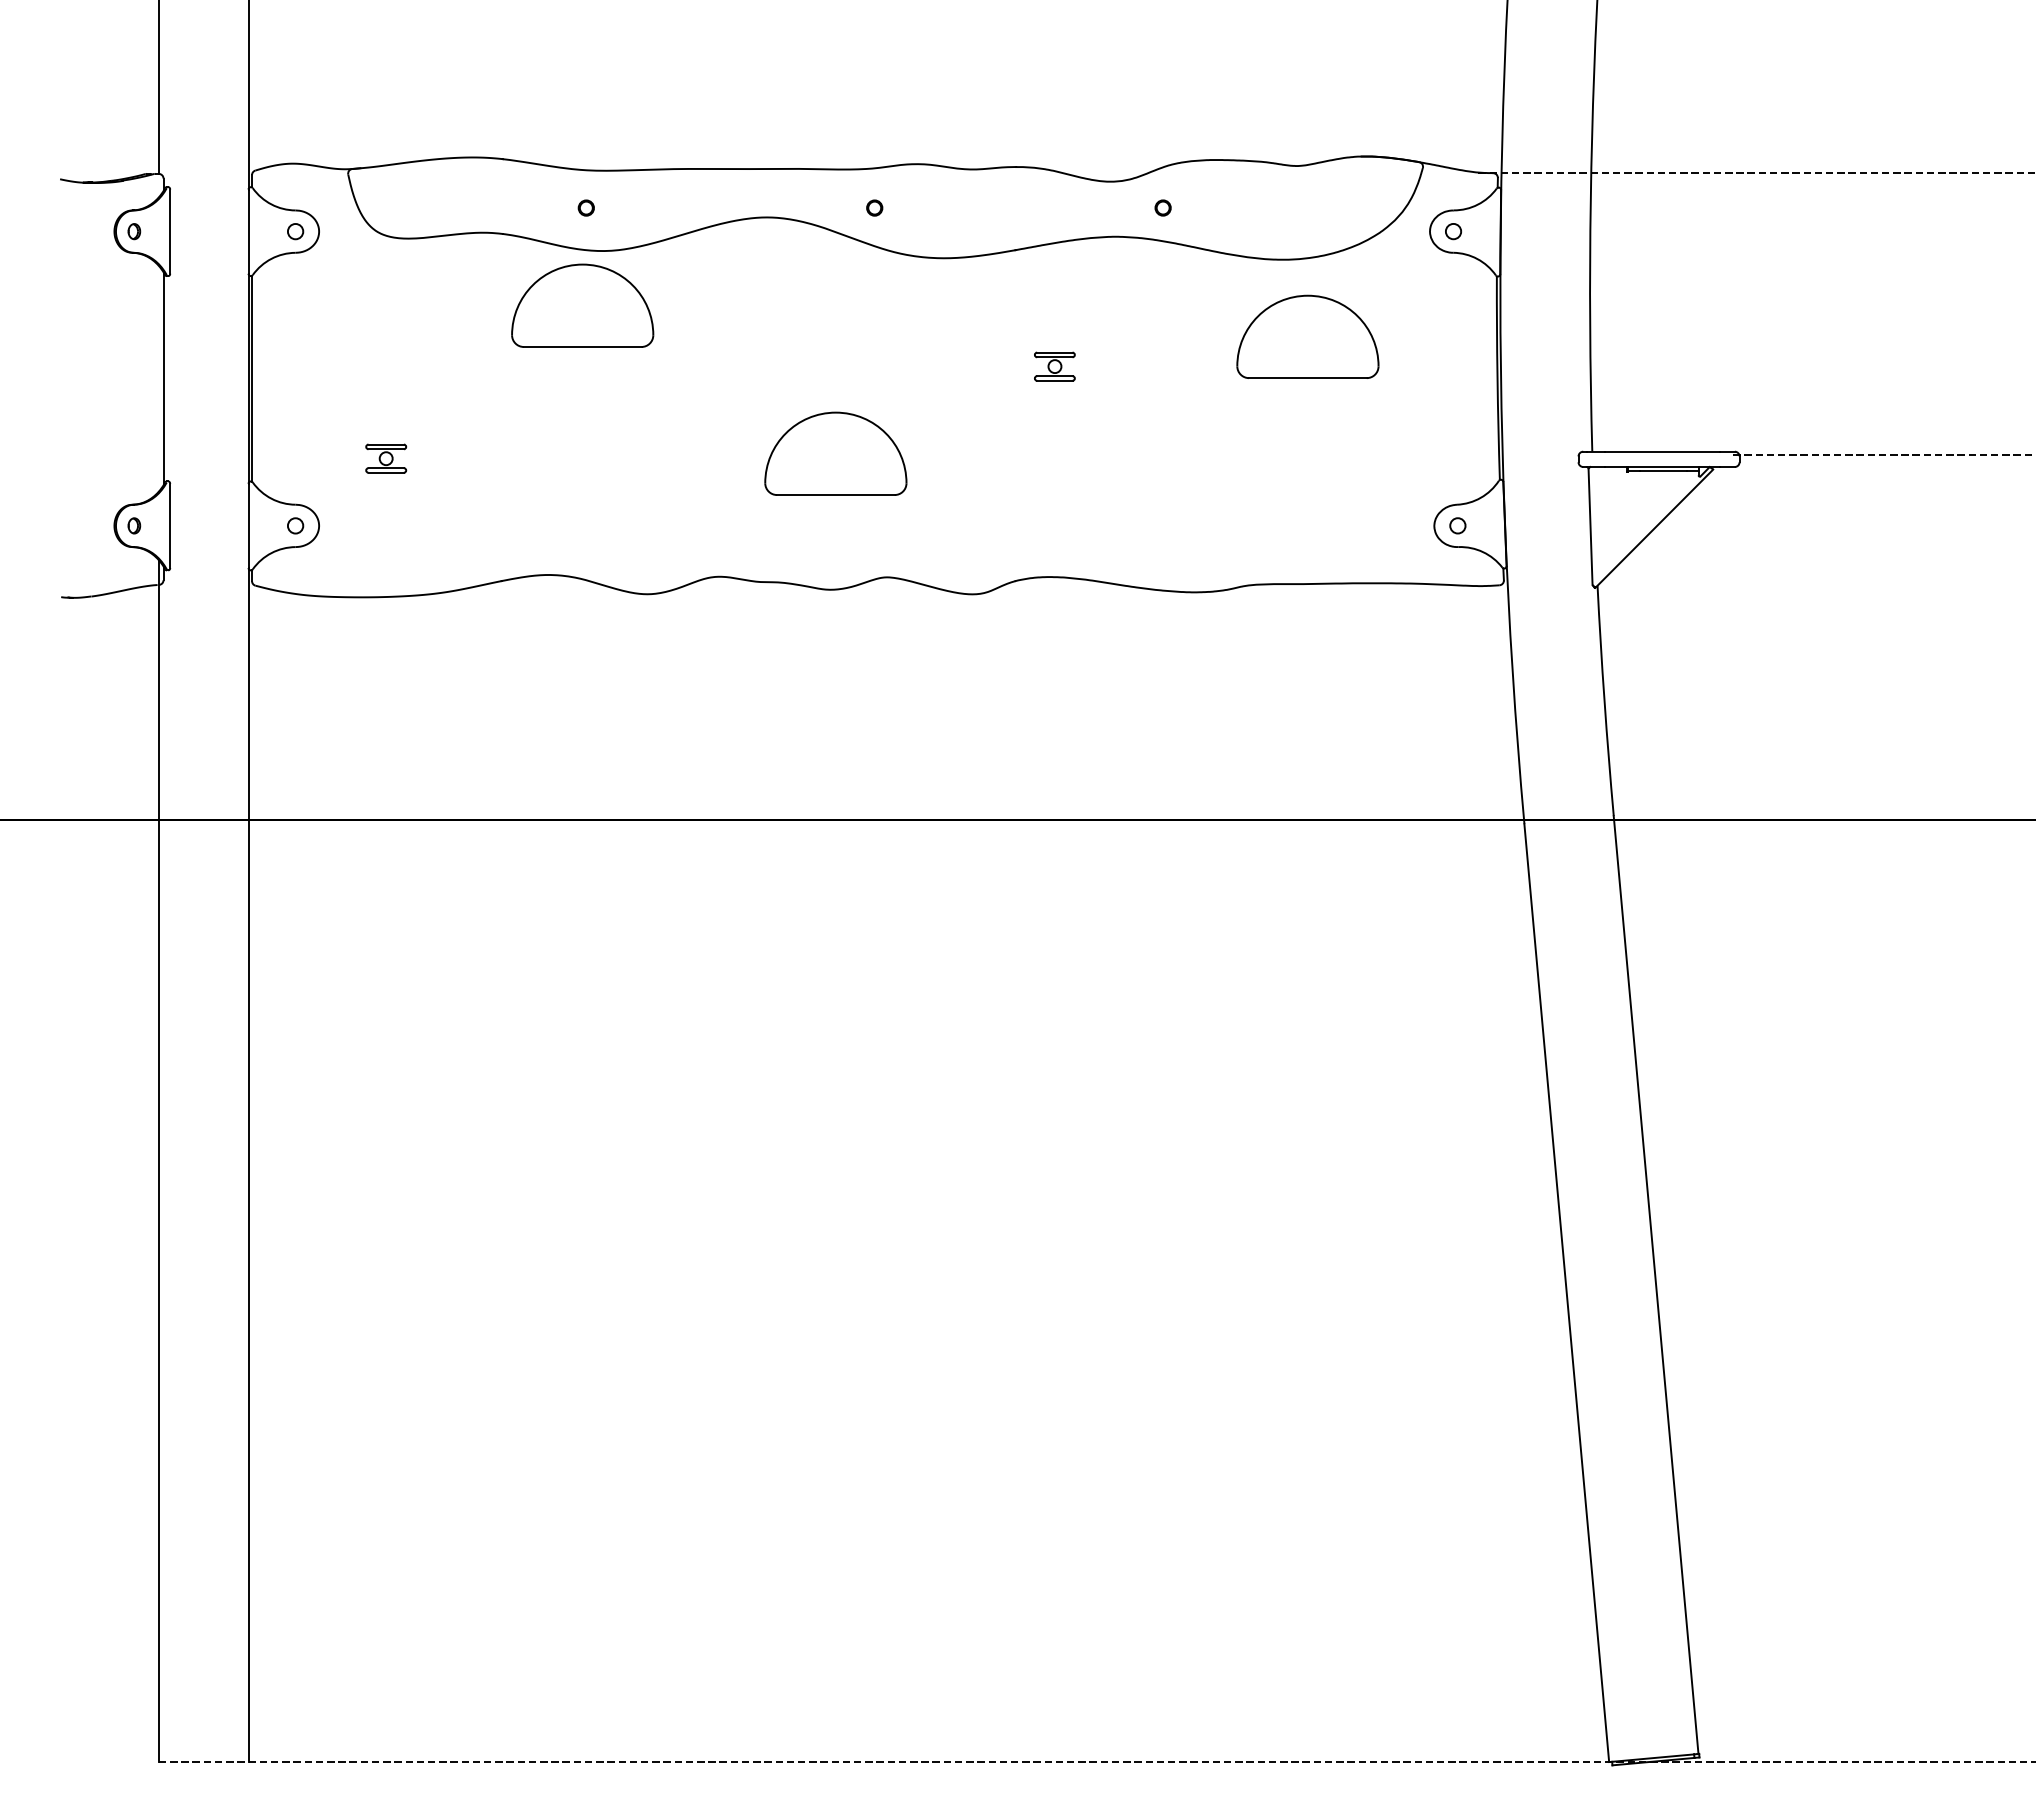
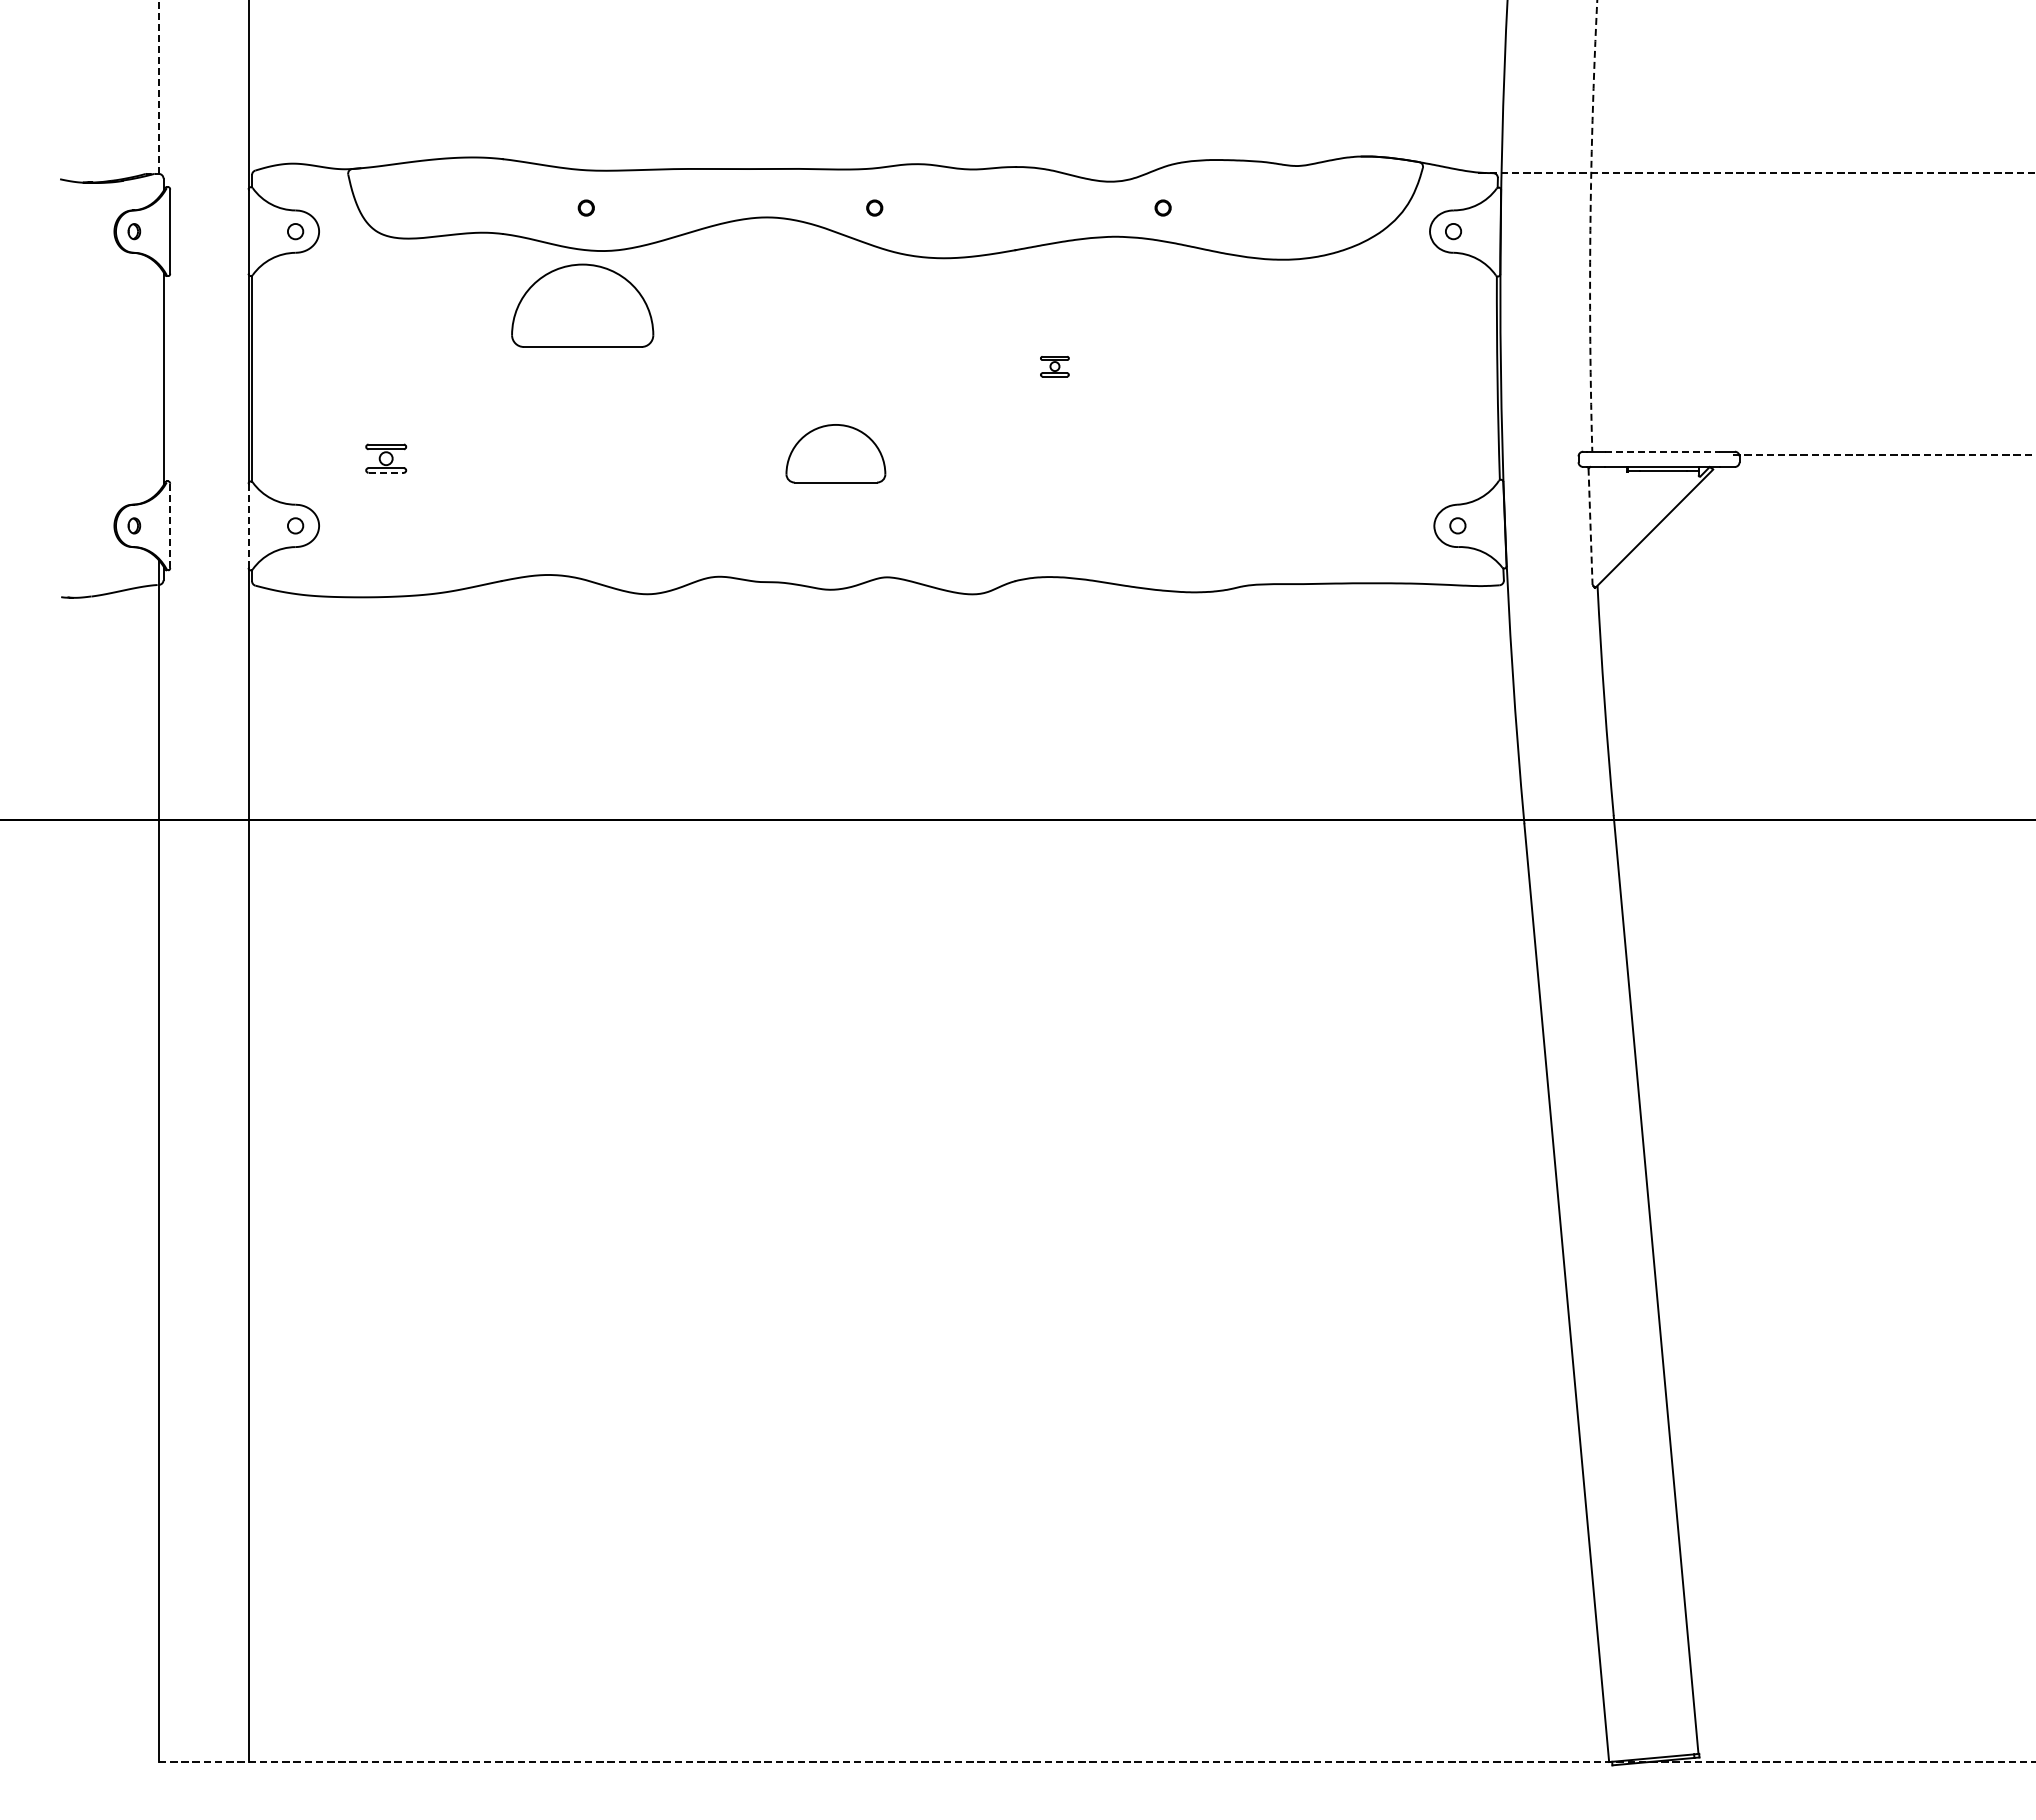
line at (158, 86): solid -> dashed
arc at (1590, 225): solid -> dashed
part at (1307, 336): present -> none
part at (1054, 366) size: 42x31 px -> 30x22 px
line at (1663, 451): solid -> dashed
part at (835, 453) size: 144x85 px -> 102x60 px
line at (386, 472): solid -> dashed
line at (170, 525): solid -> dashed
line at (248, 525): solid -> dashed
line at (1590, 527): solid -> dashed
